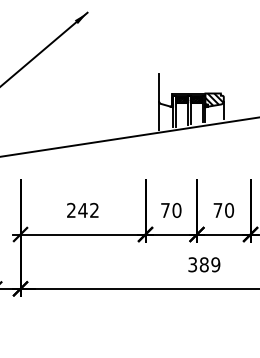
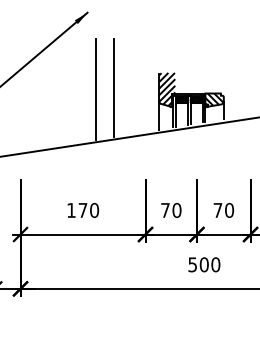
line at (114, 88): none -> present
line at (95, 89): none -> present
hatch at (167, 89): none -> present
text at (83, 209): 242 -> 170
text at (204, 264): 389 -> 500
